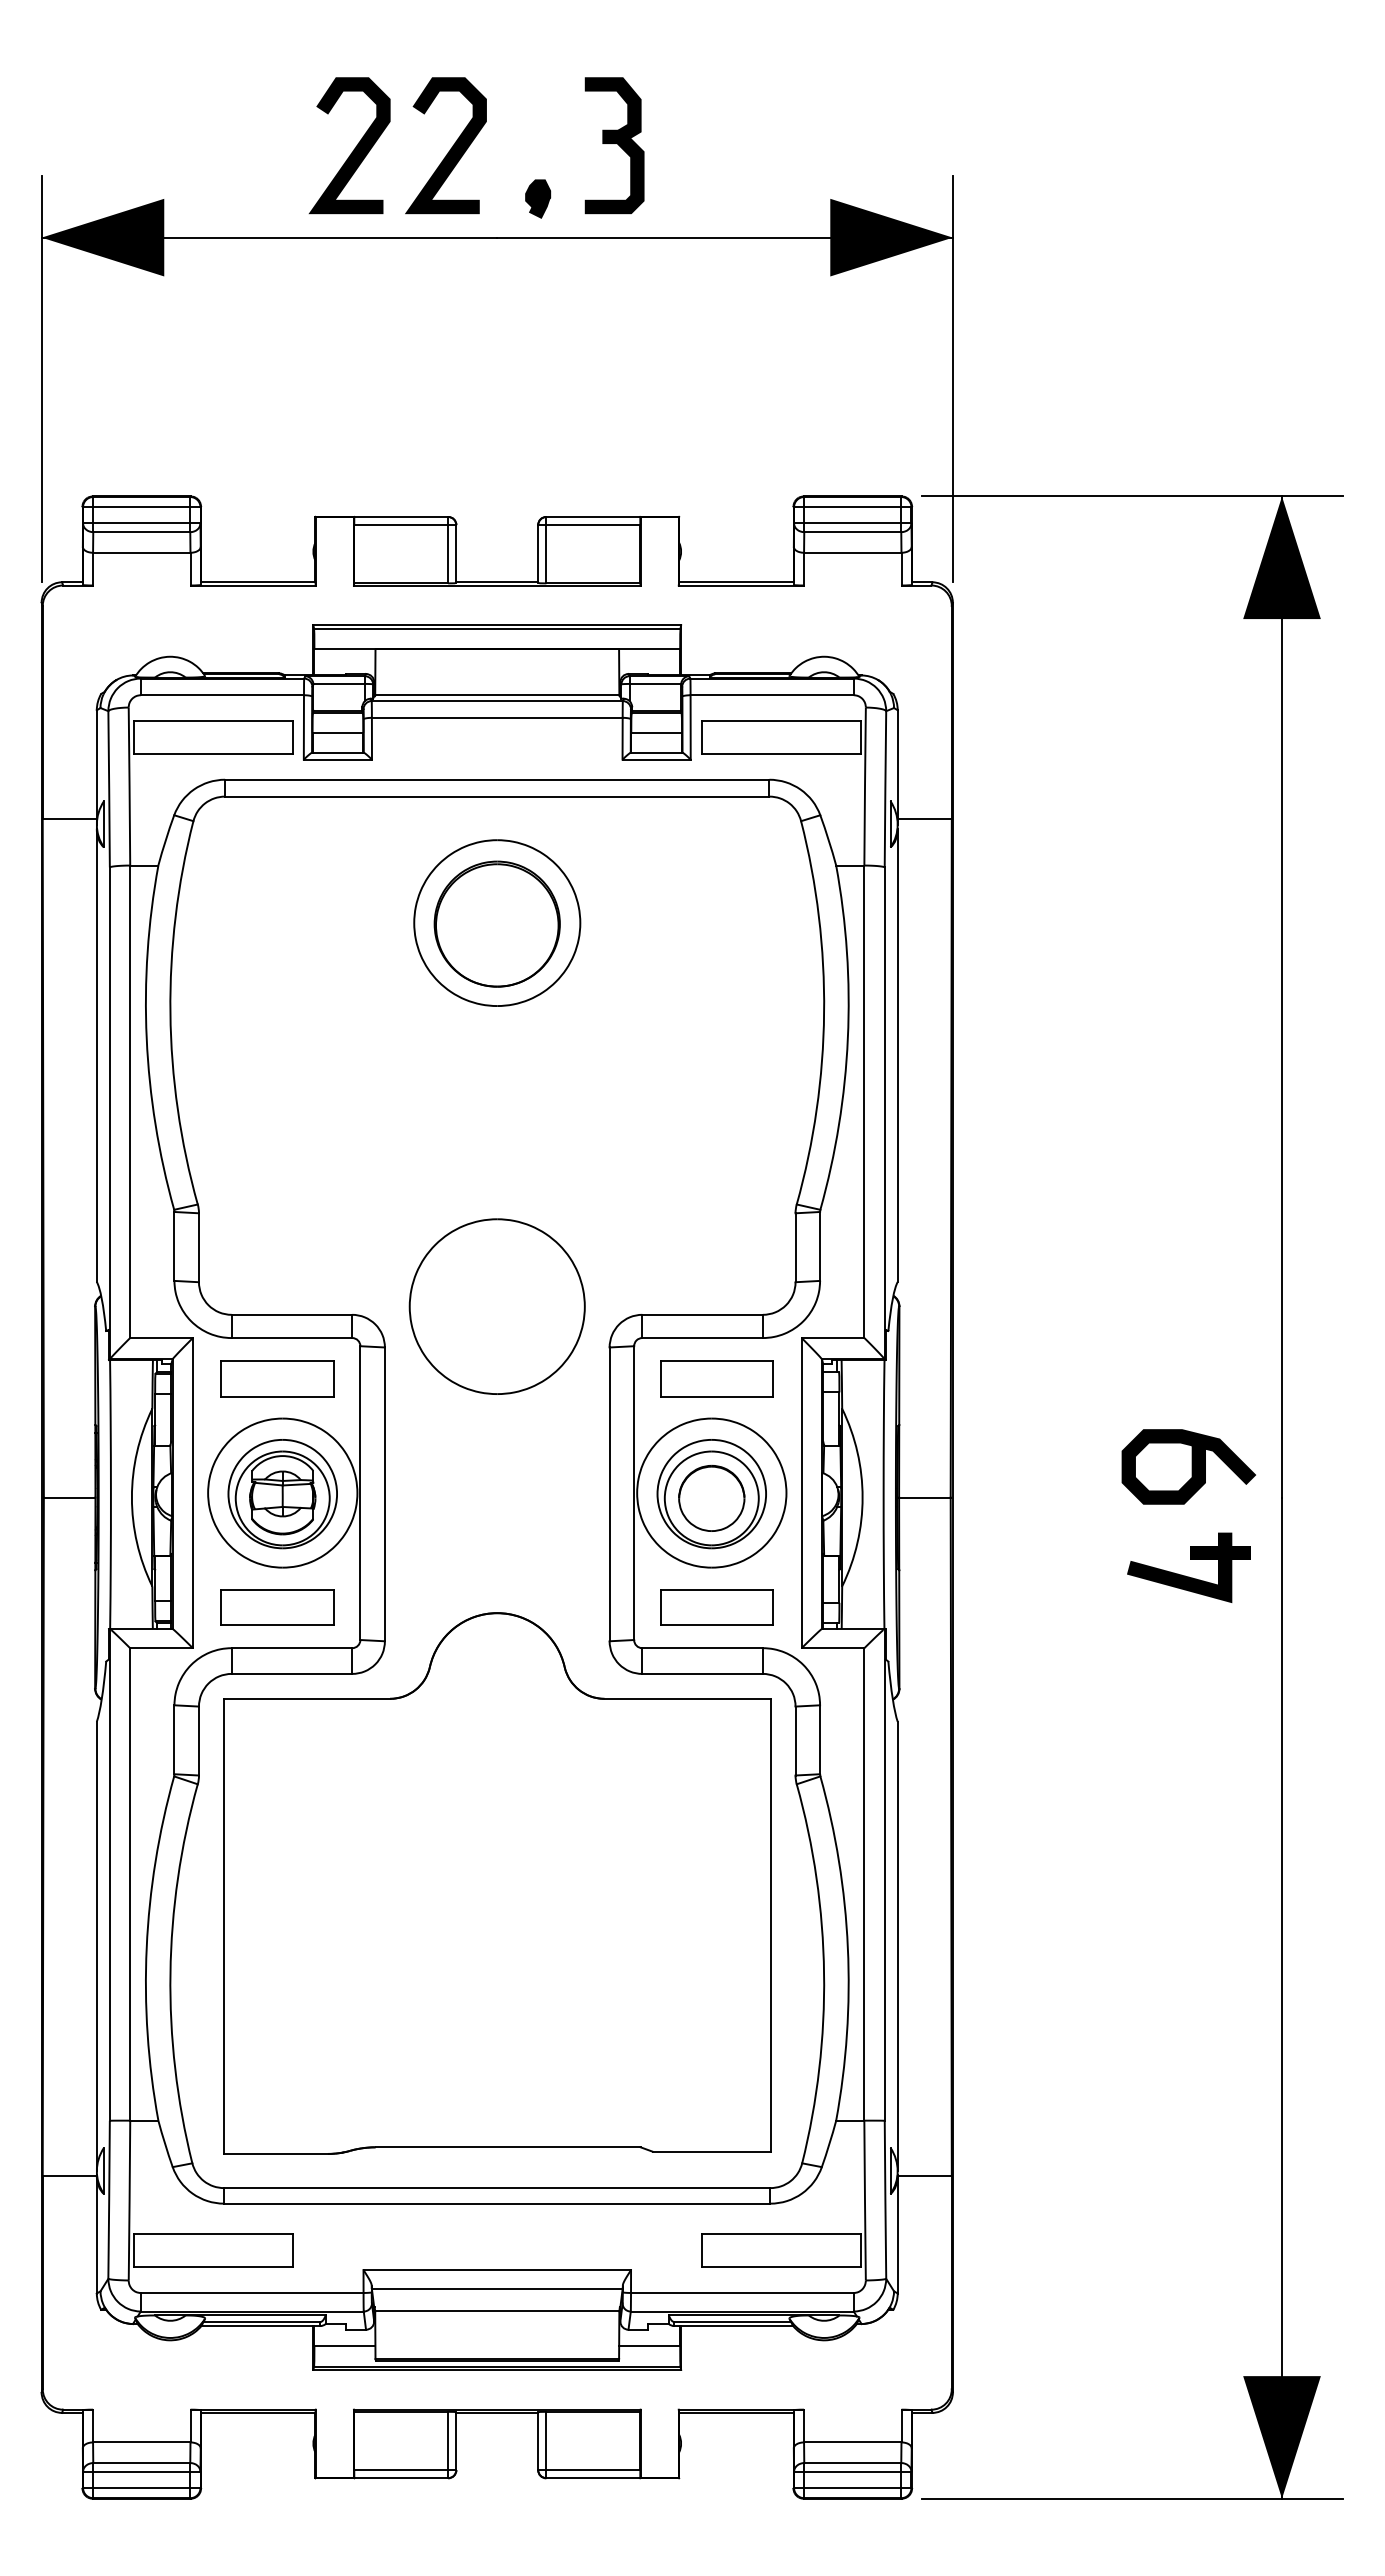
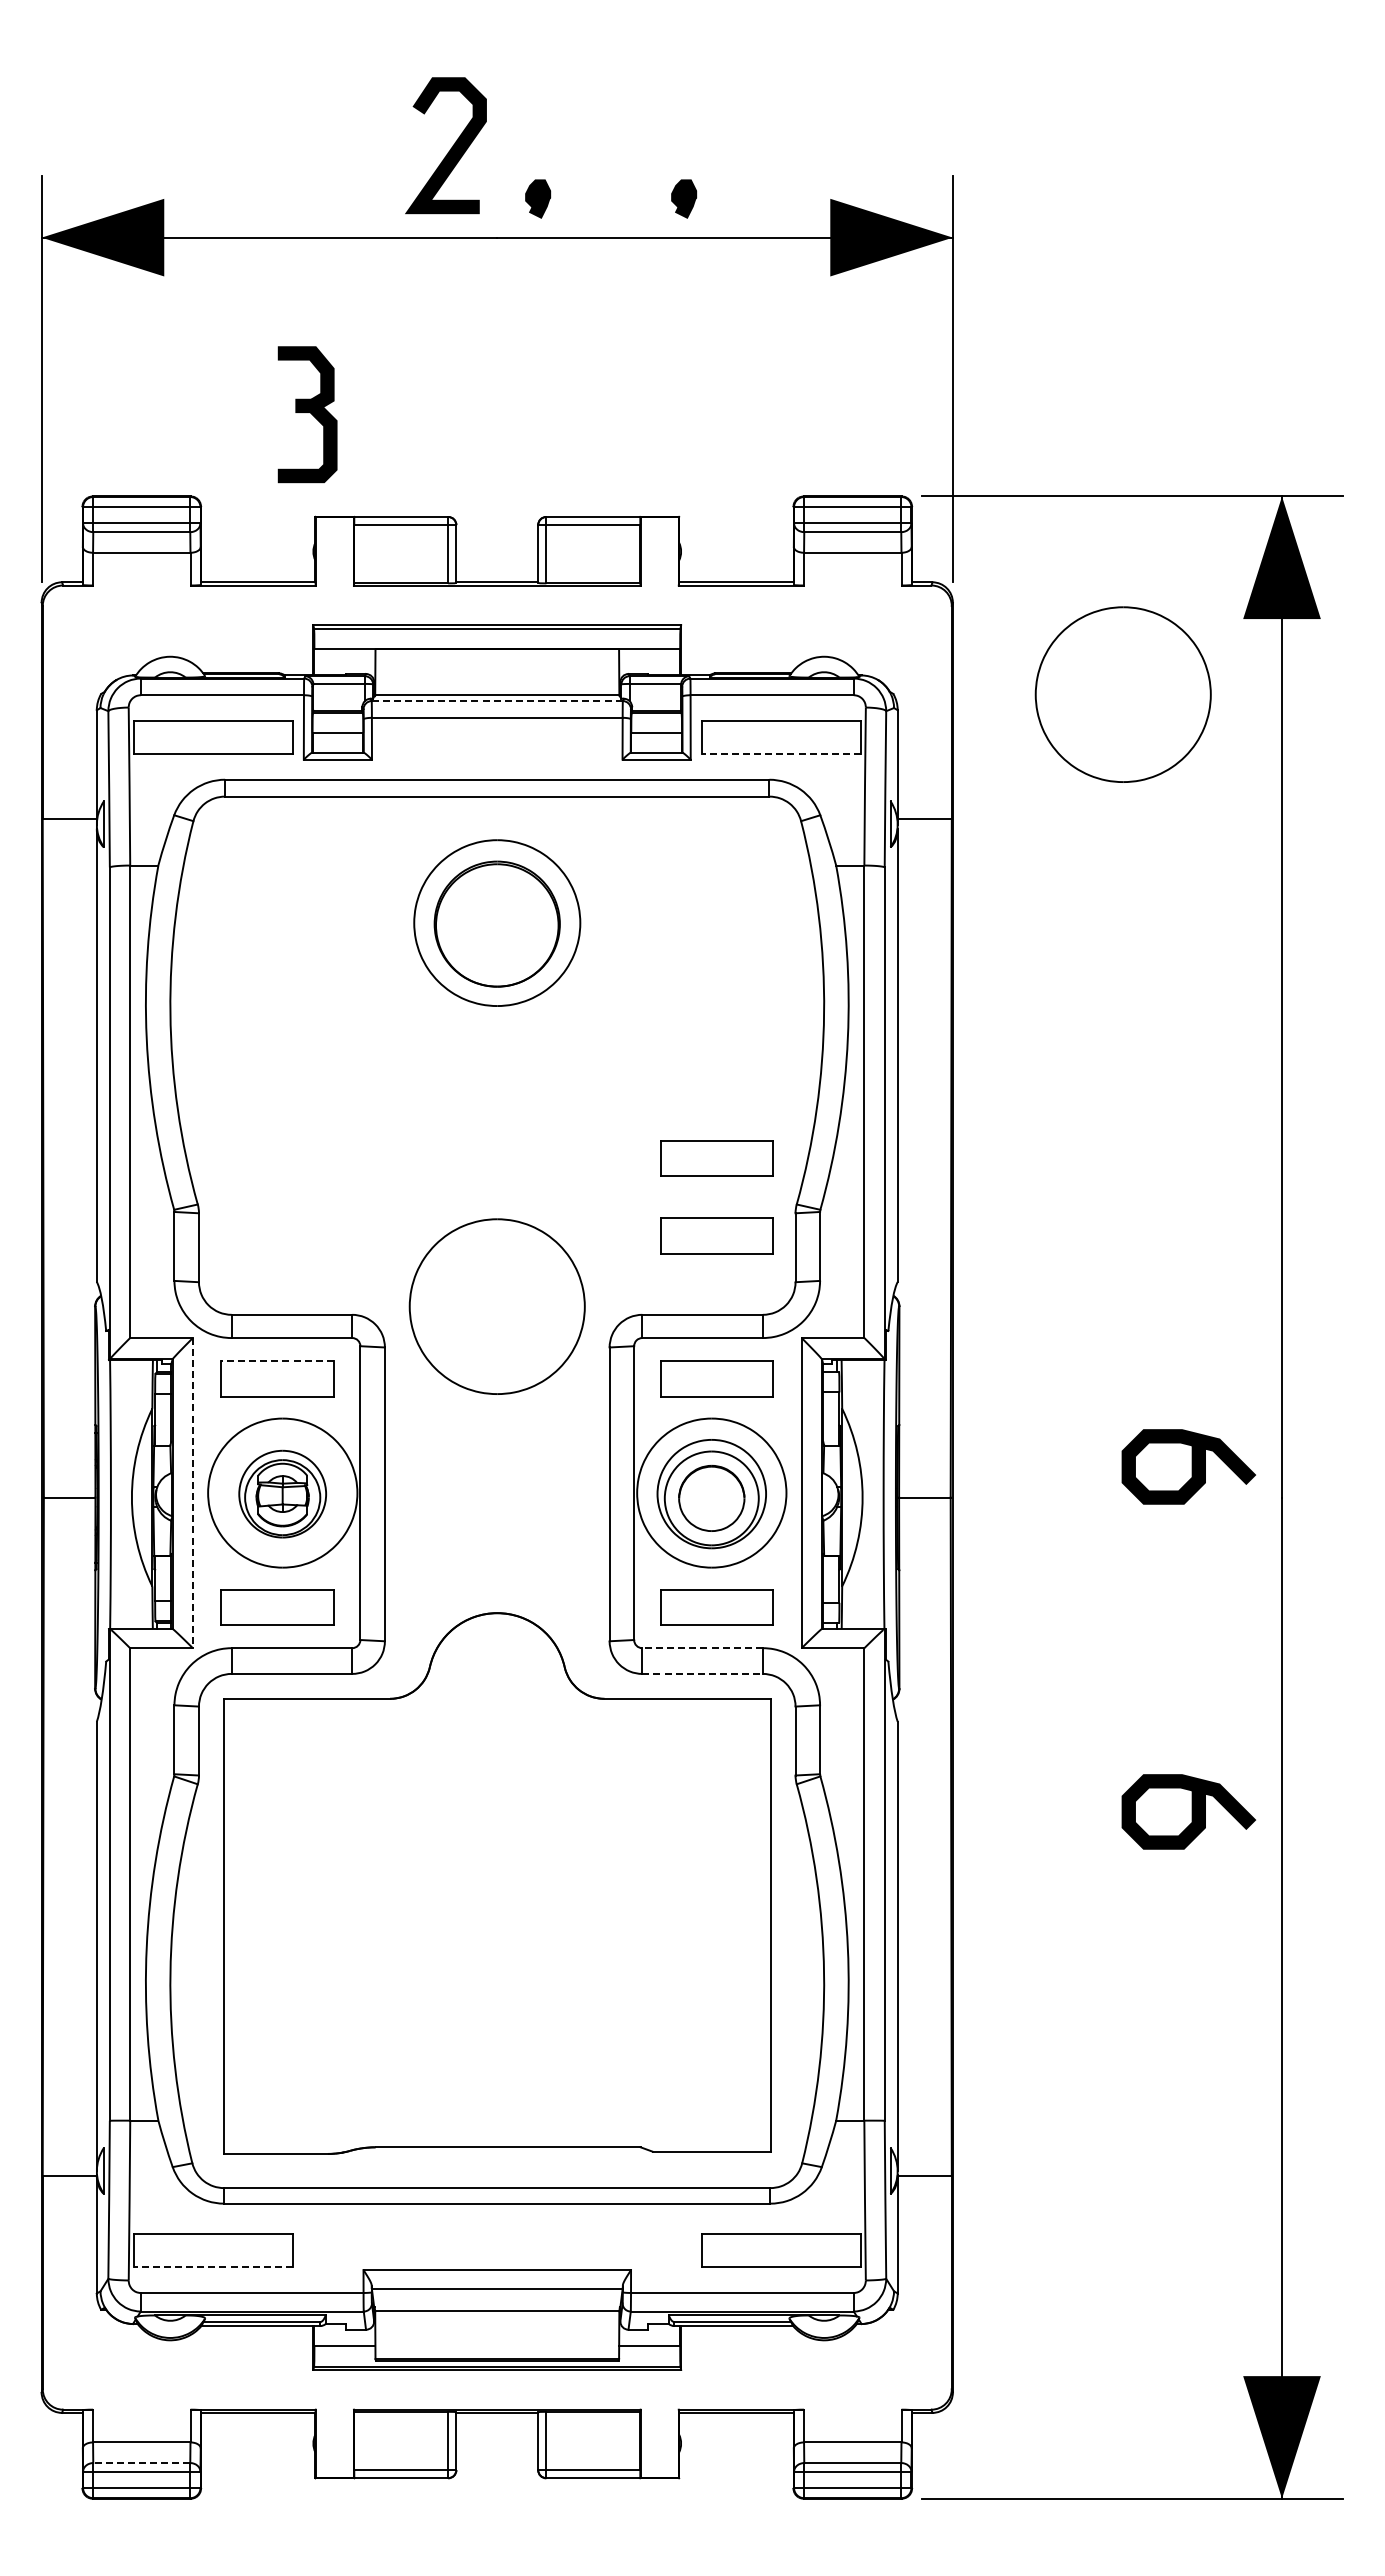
part at (614, 145) position: (614, 145) -> (307, 414)
curve at (353, 149): present -> none
part at (684, 198): none -> present
part at (1122, 694): none -> present
line at (497, 701): solid -> dashed
line at (781, 753): solid -> dashed
part at (716, 1158): none -> present
part at (716, 1235): none -> present
line at (277, 1361): solid -> dashed
line at (192, 1493): solid -> dashed
part at (282, 1494) size: 111x111 px -> 89x90 px
part at (1190, 1559): present -> none
line at (702, 1648): solid -> dashed
line at (703, 1673): solid -> dashed
curve at (1191, 1811): none -> present
line at (213, 2266): solid -> dashed
line at (141, 2463): solid -> dashed
